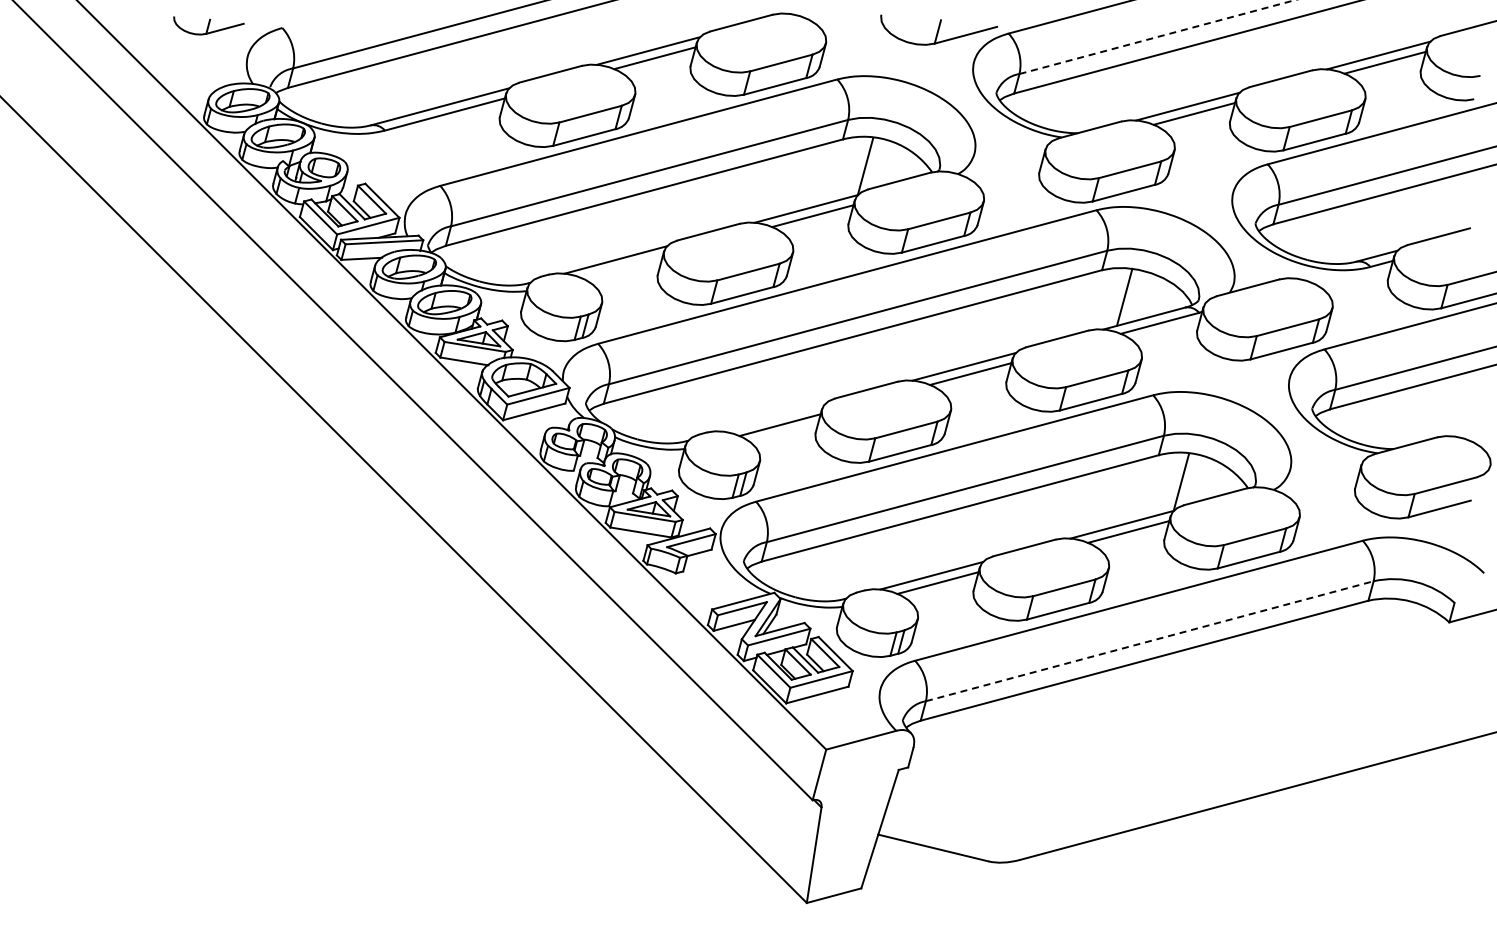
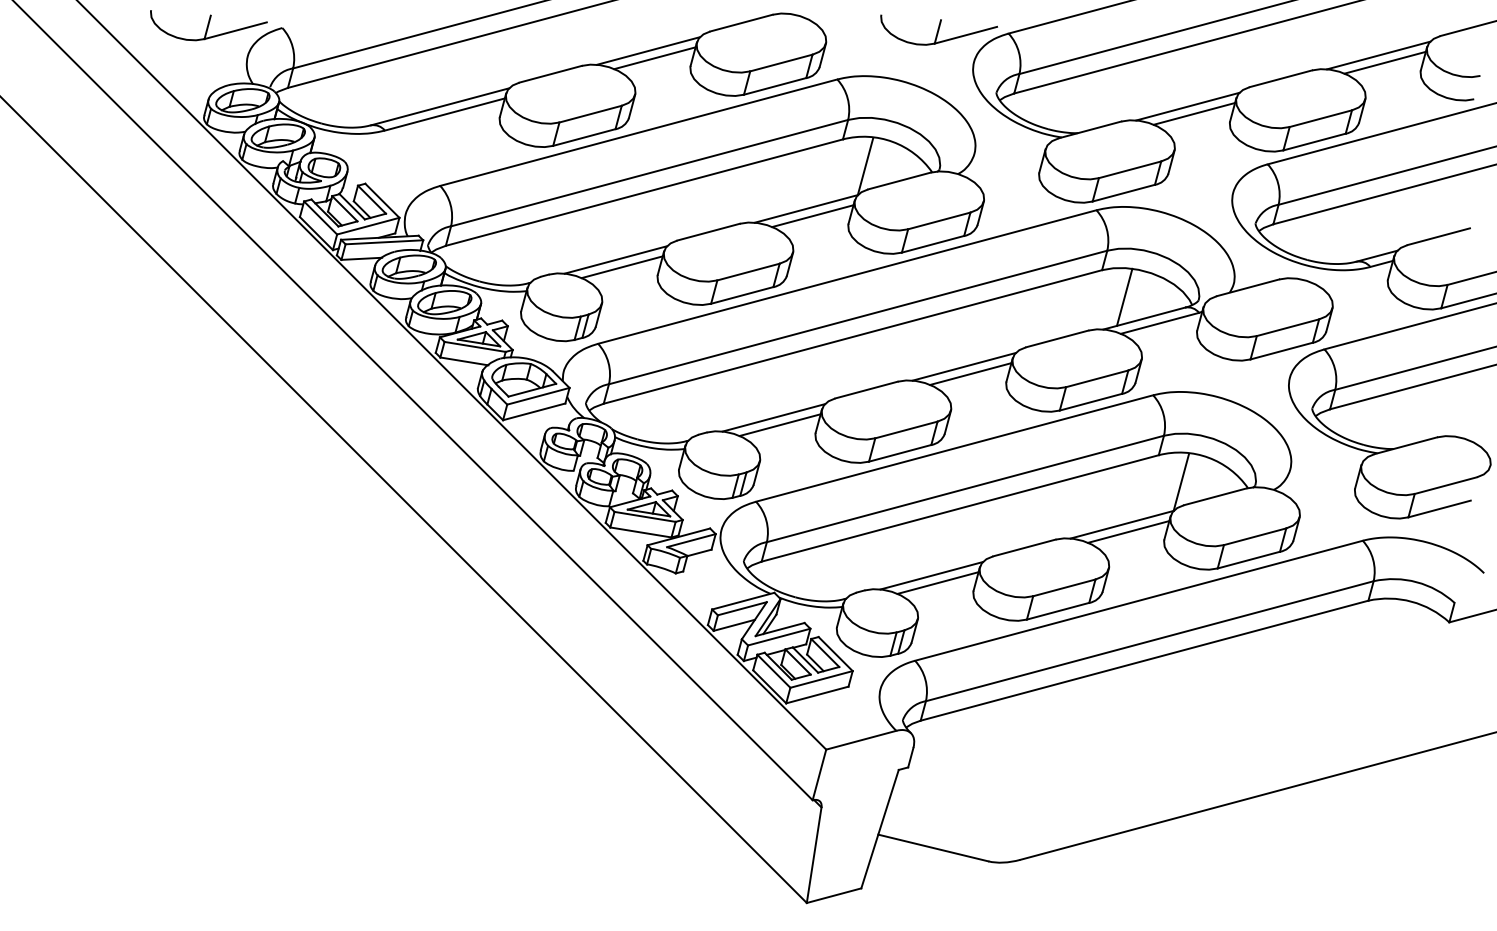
part at (208, 25) size: 72x20 px -> 118x32 px
line at (1157, 37): dashed -> solid
line at (621, 267): none -> present
line at (773, 417): none -> present
line at (1149, 641): dashed -> solid
